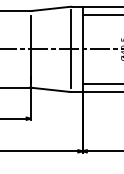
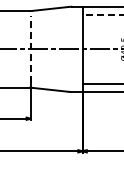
line at (102, 14): solid -> dashed
line at (30, 49): solid -> dashed
line at (70, 49): present -> none
